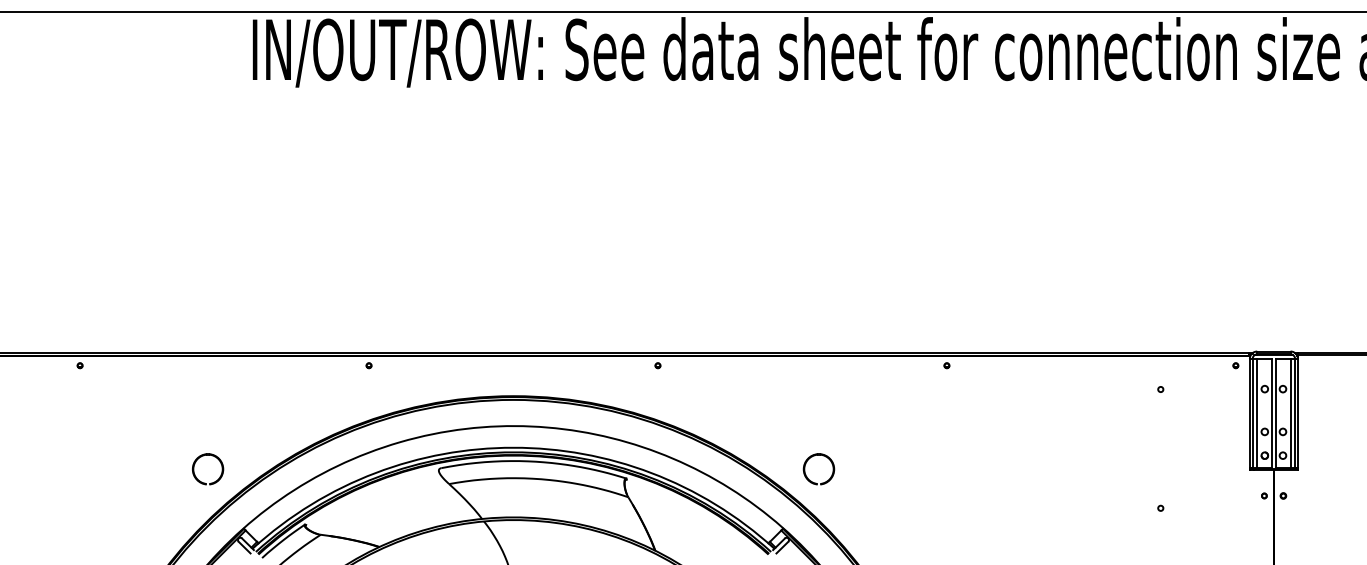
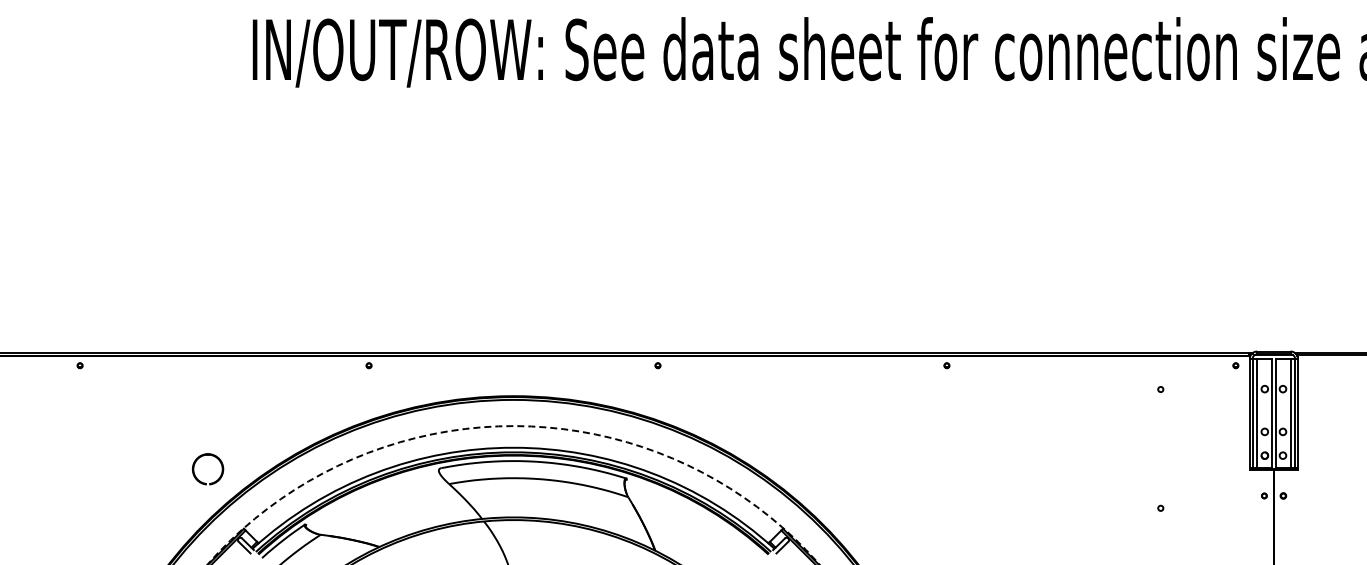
line at (682, 11): present -> none
arc at (515, 426): solid -> dashed
part at (806, 464): present -> none
